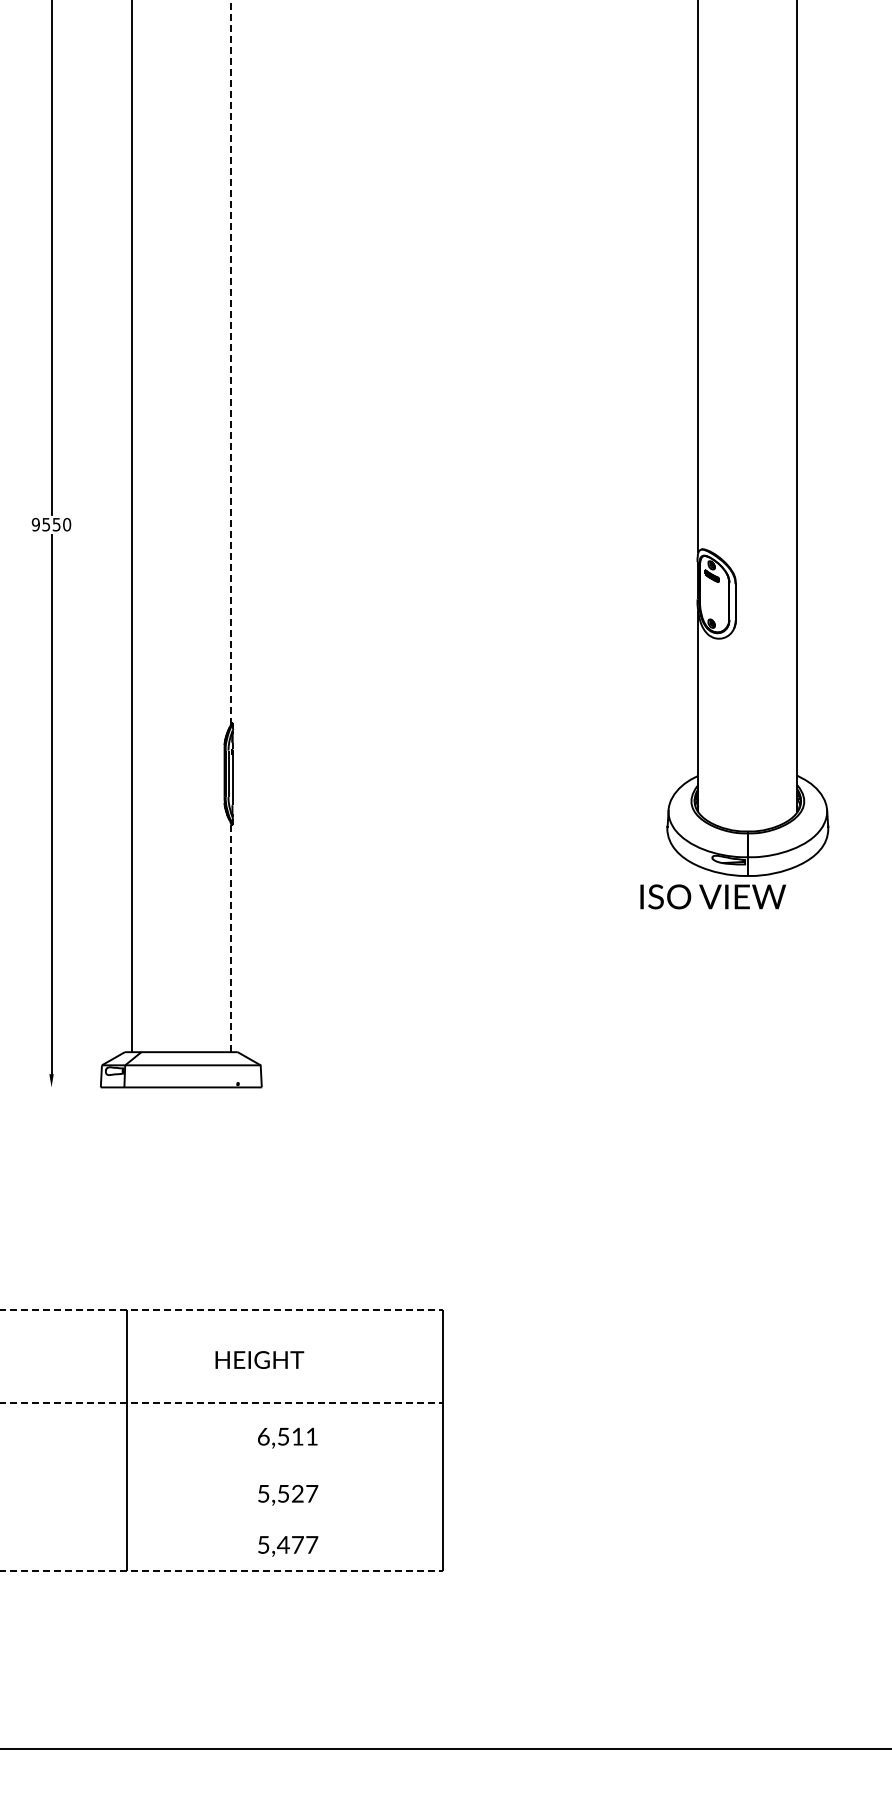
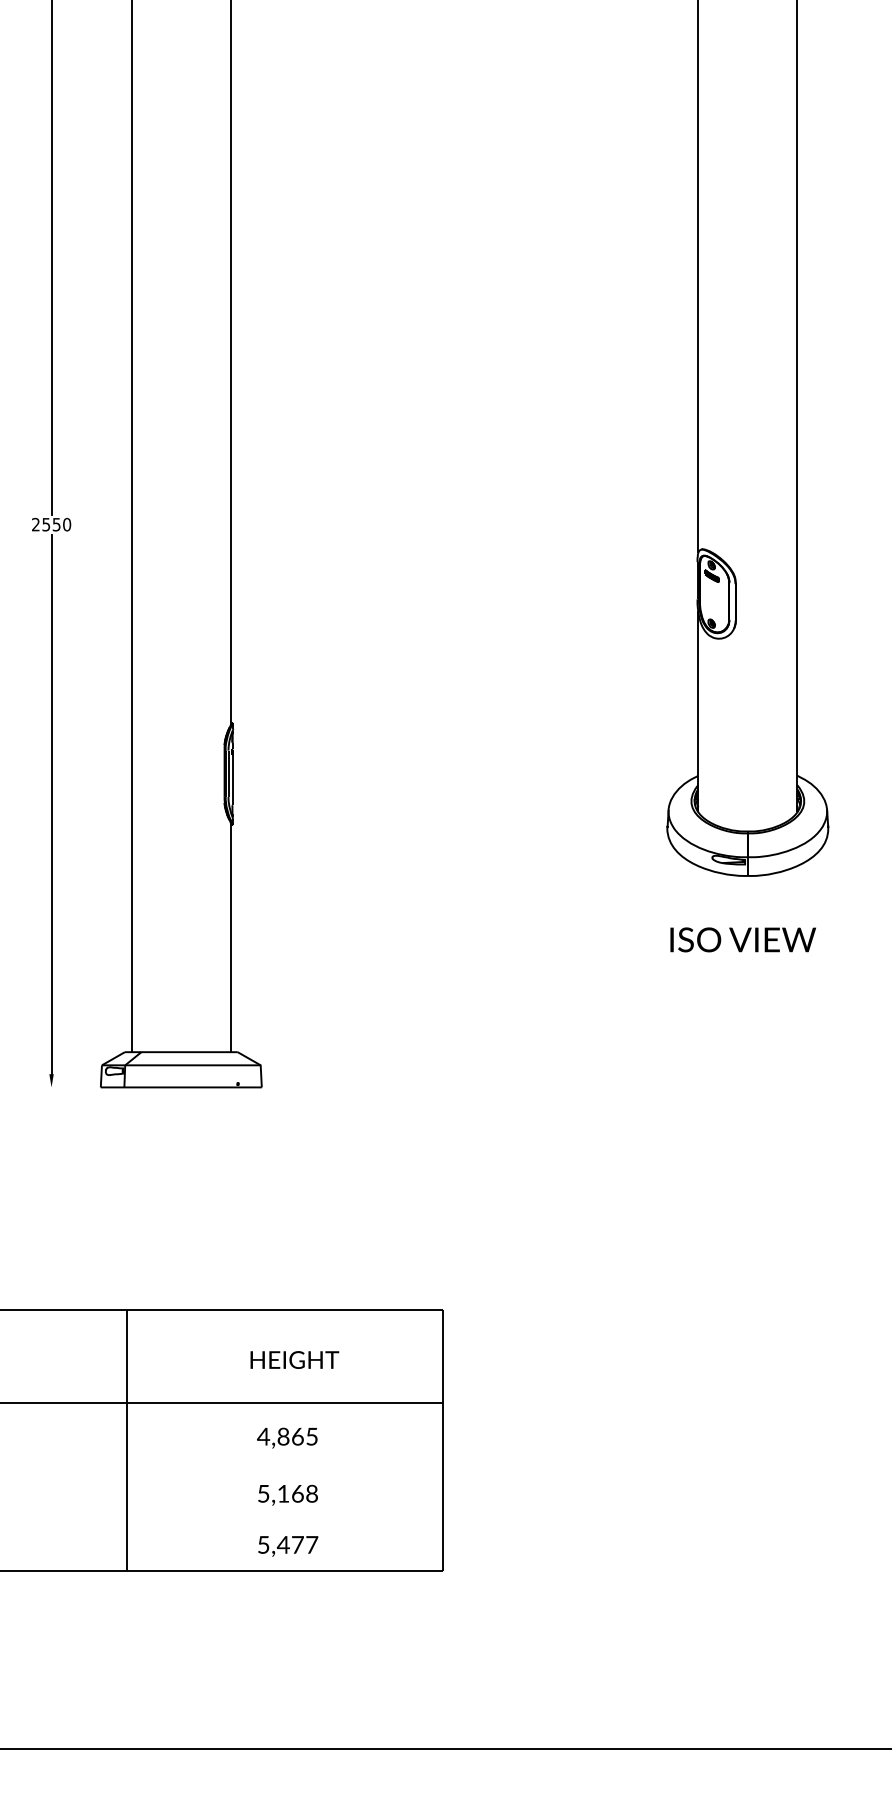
line at (230, 362): dashed -> solid
text at (35, 524): 9550 -> 2550
text at (712, 896) position: (712, 896) -> (742, 939)
line at (230, 937): dashed -> solid
line at (221, 1310): dashed -> solid
text at (259, 1359) position: (259, 1359) -> (294, 1359)
line at (221, 1402): dashed -> solid
text at (287, 1436): 6,511 -> 4,865
text at (298, 1493): 5,527 -> 5,168
line at (221, 1570): dashed -> solid
